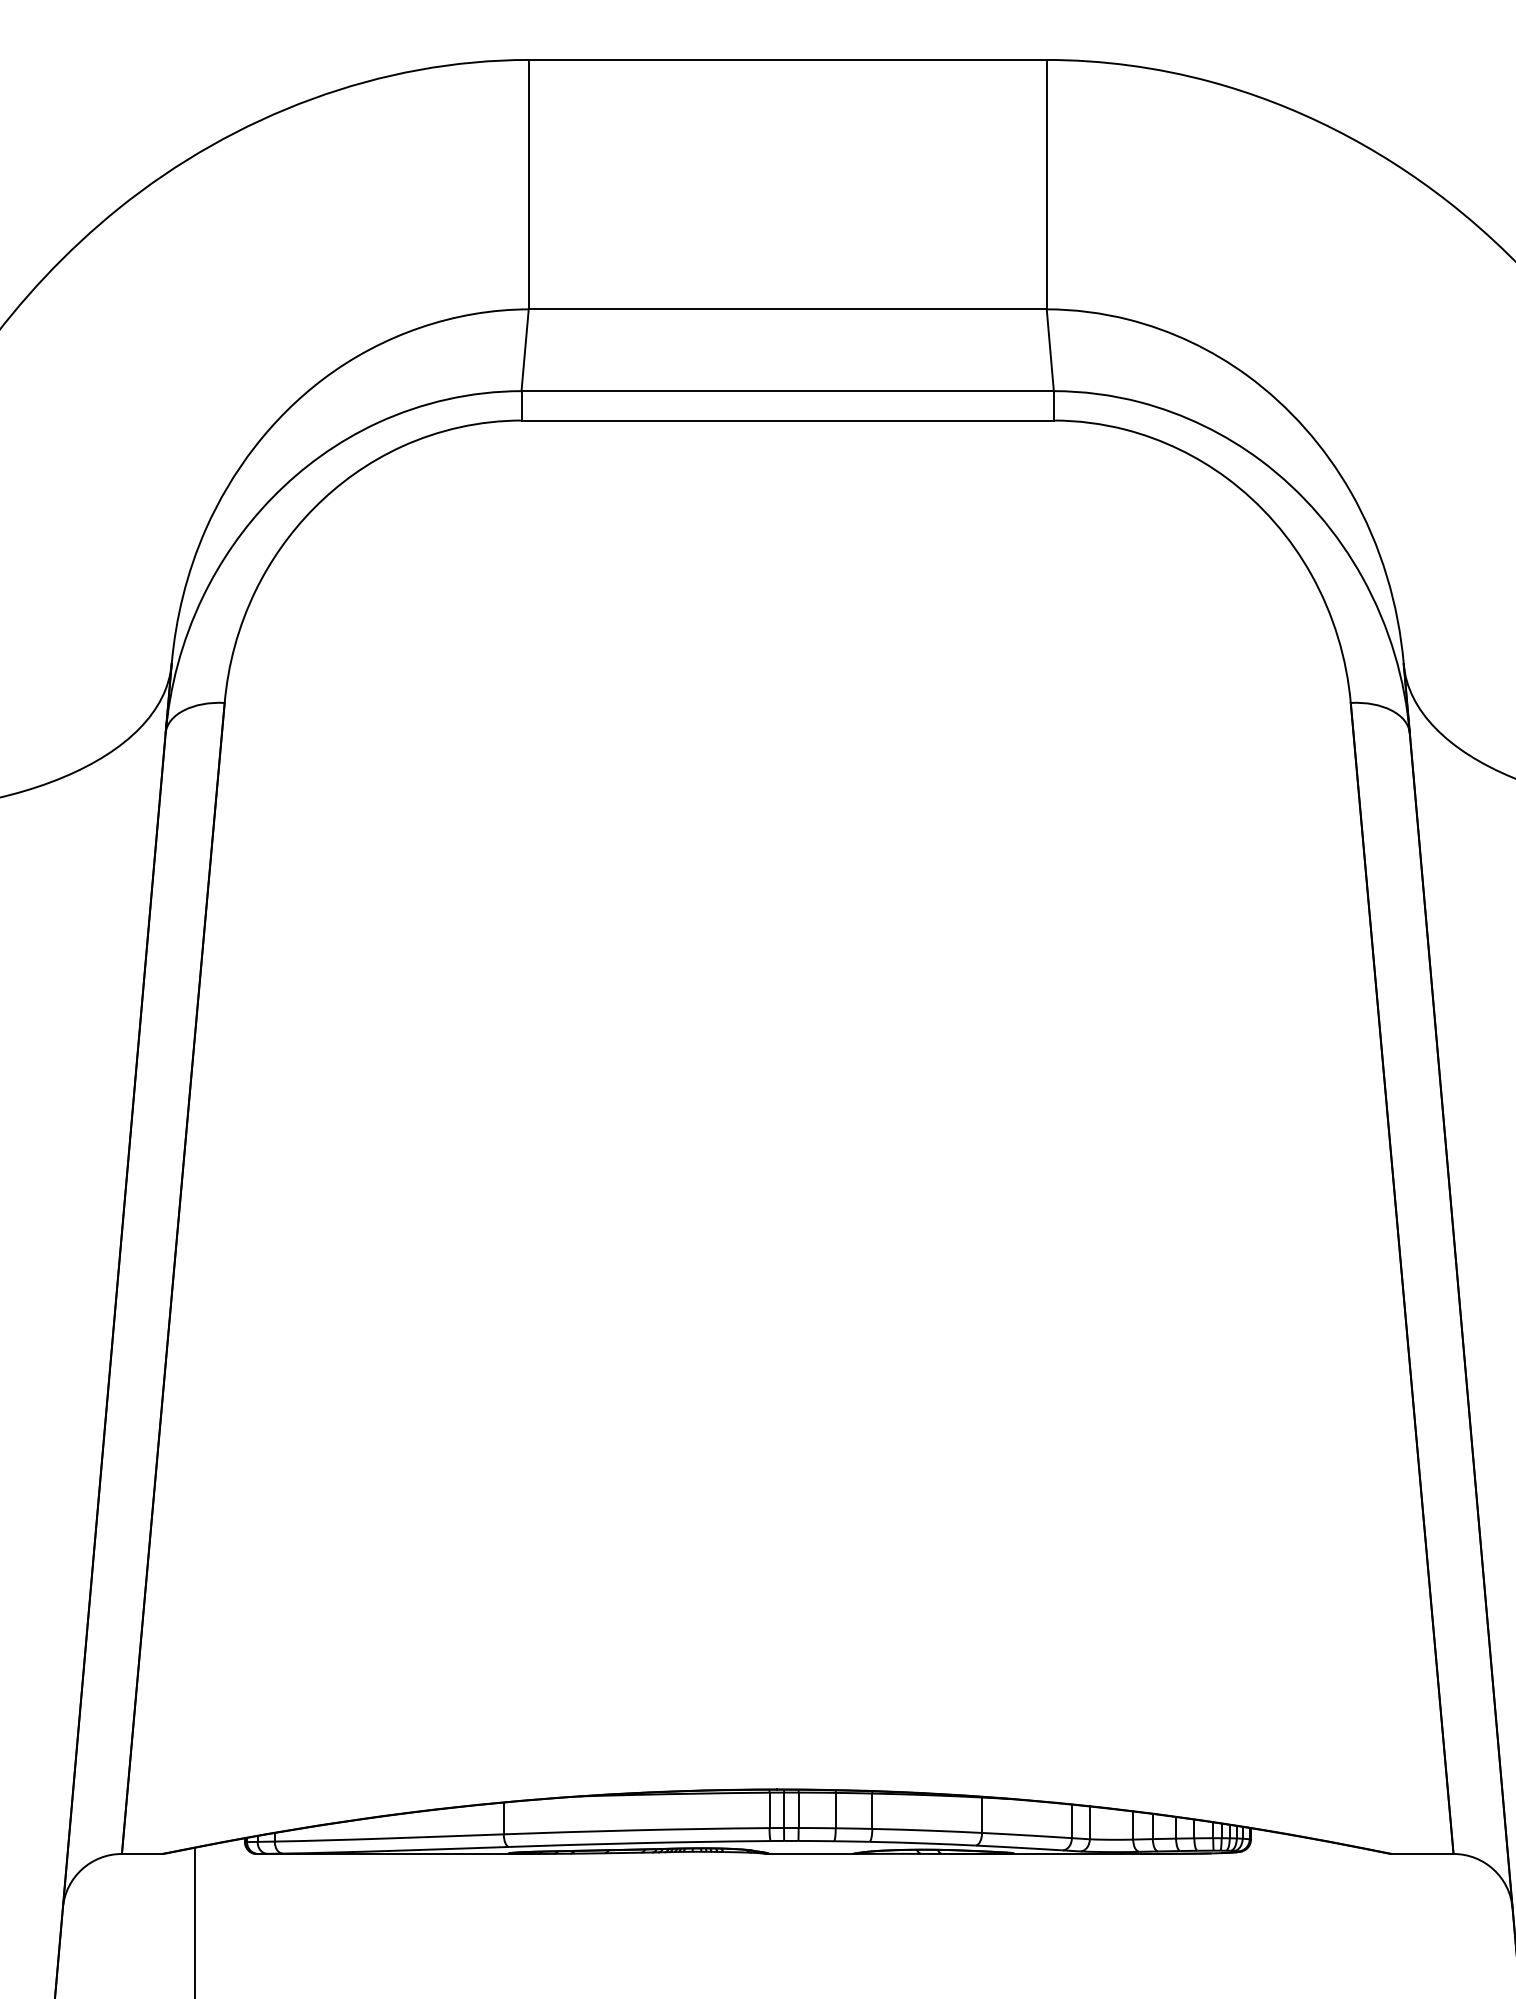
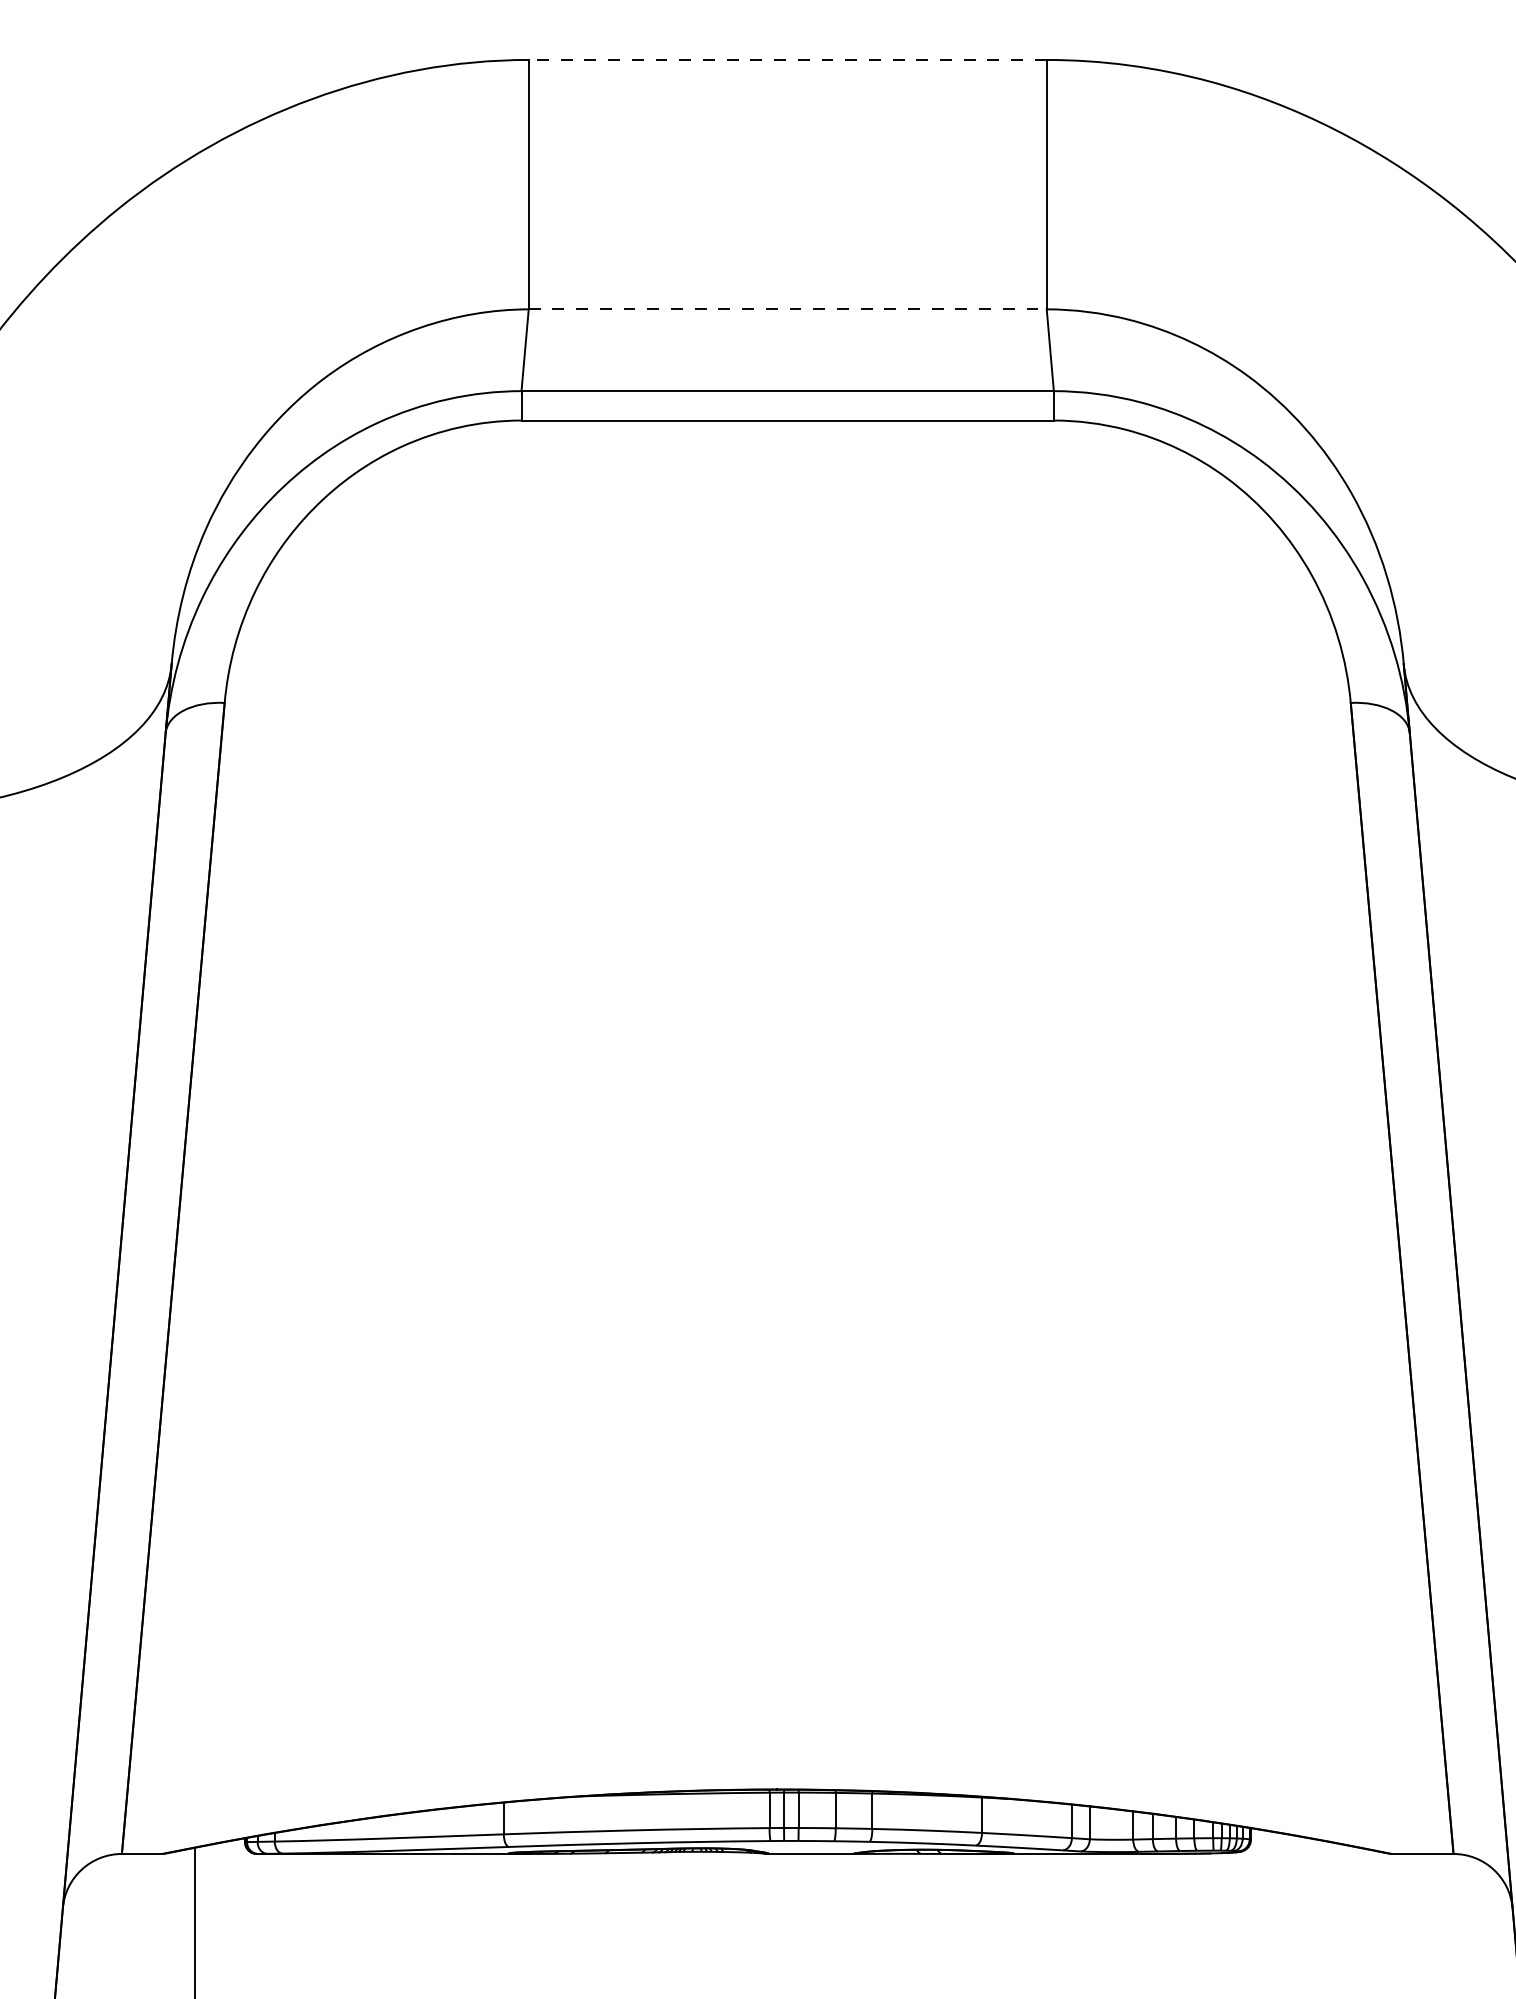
line at (787, 59): solid -> dashed
line at (787, 309): solid -> dashed
